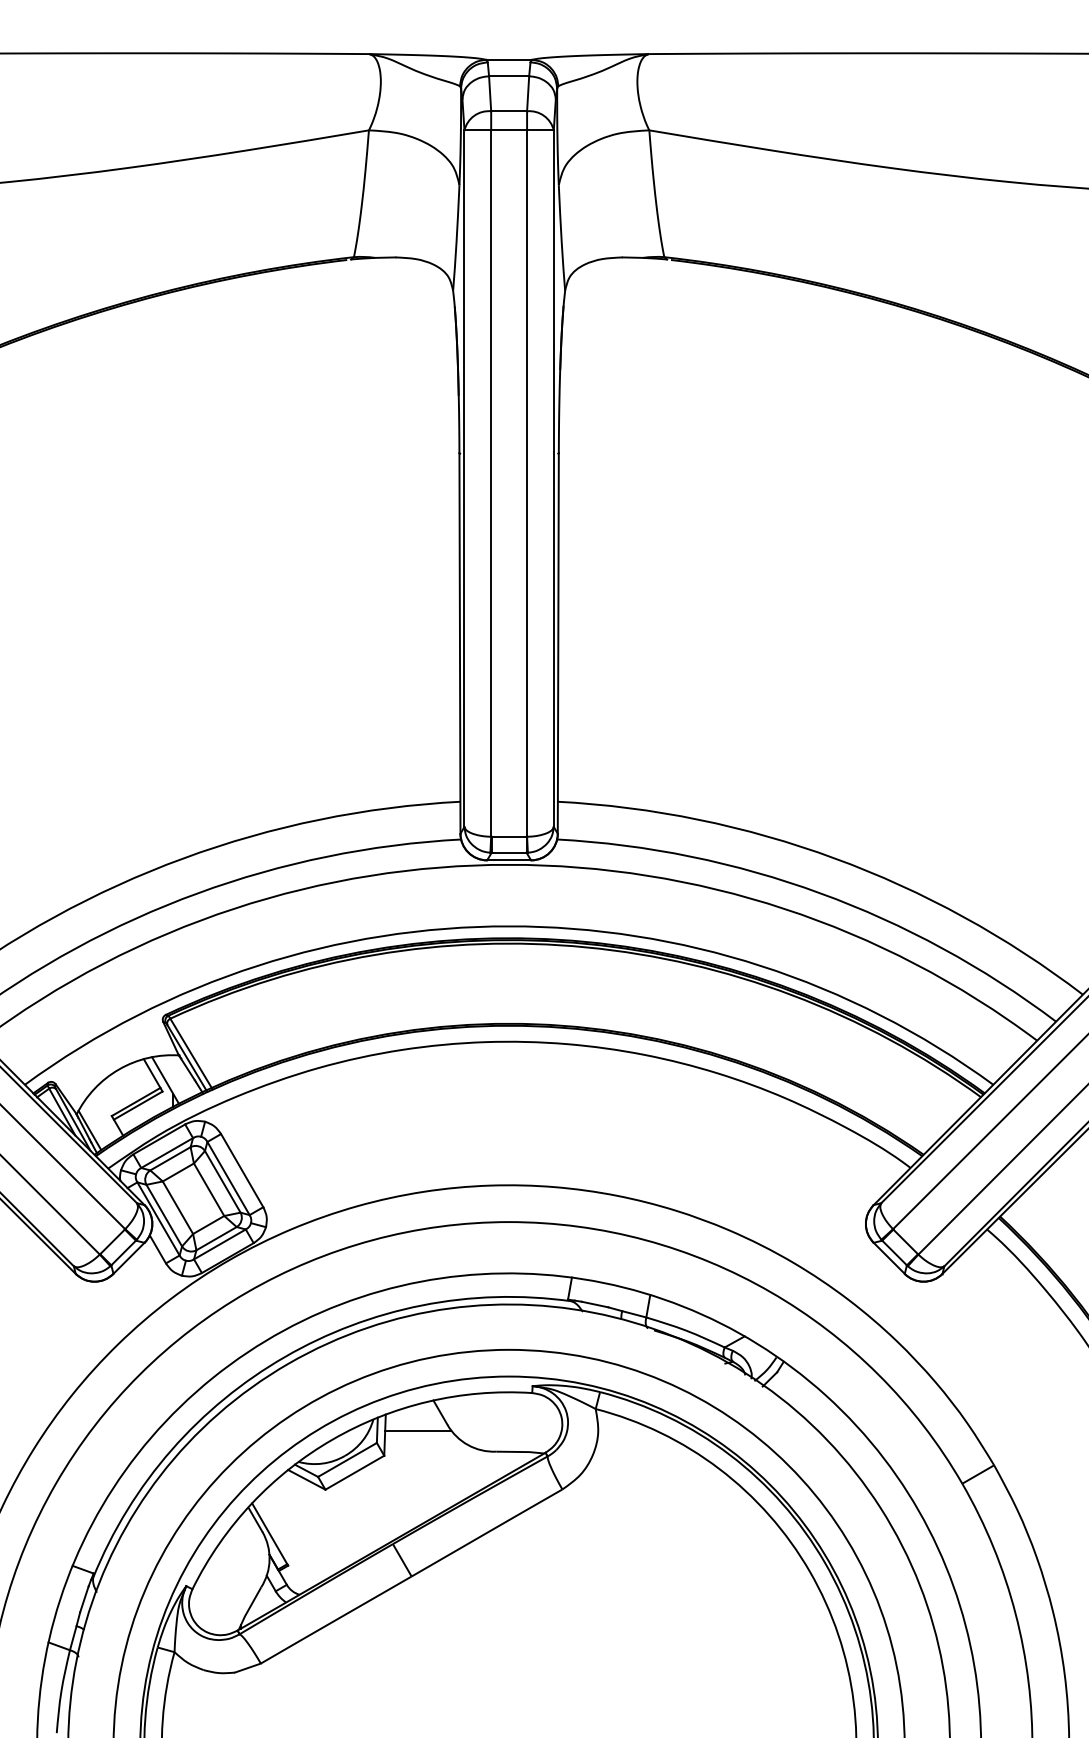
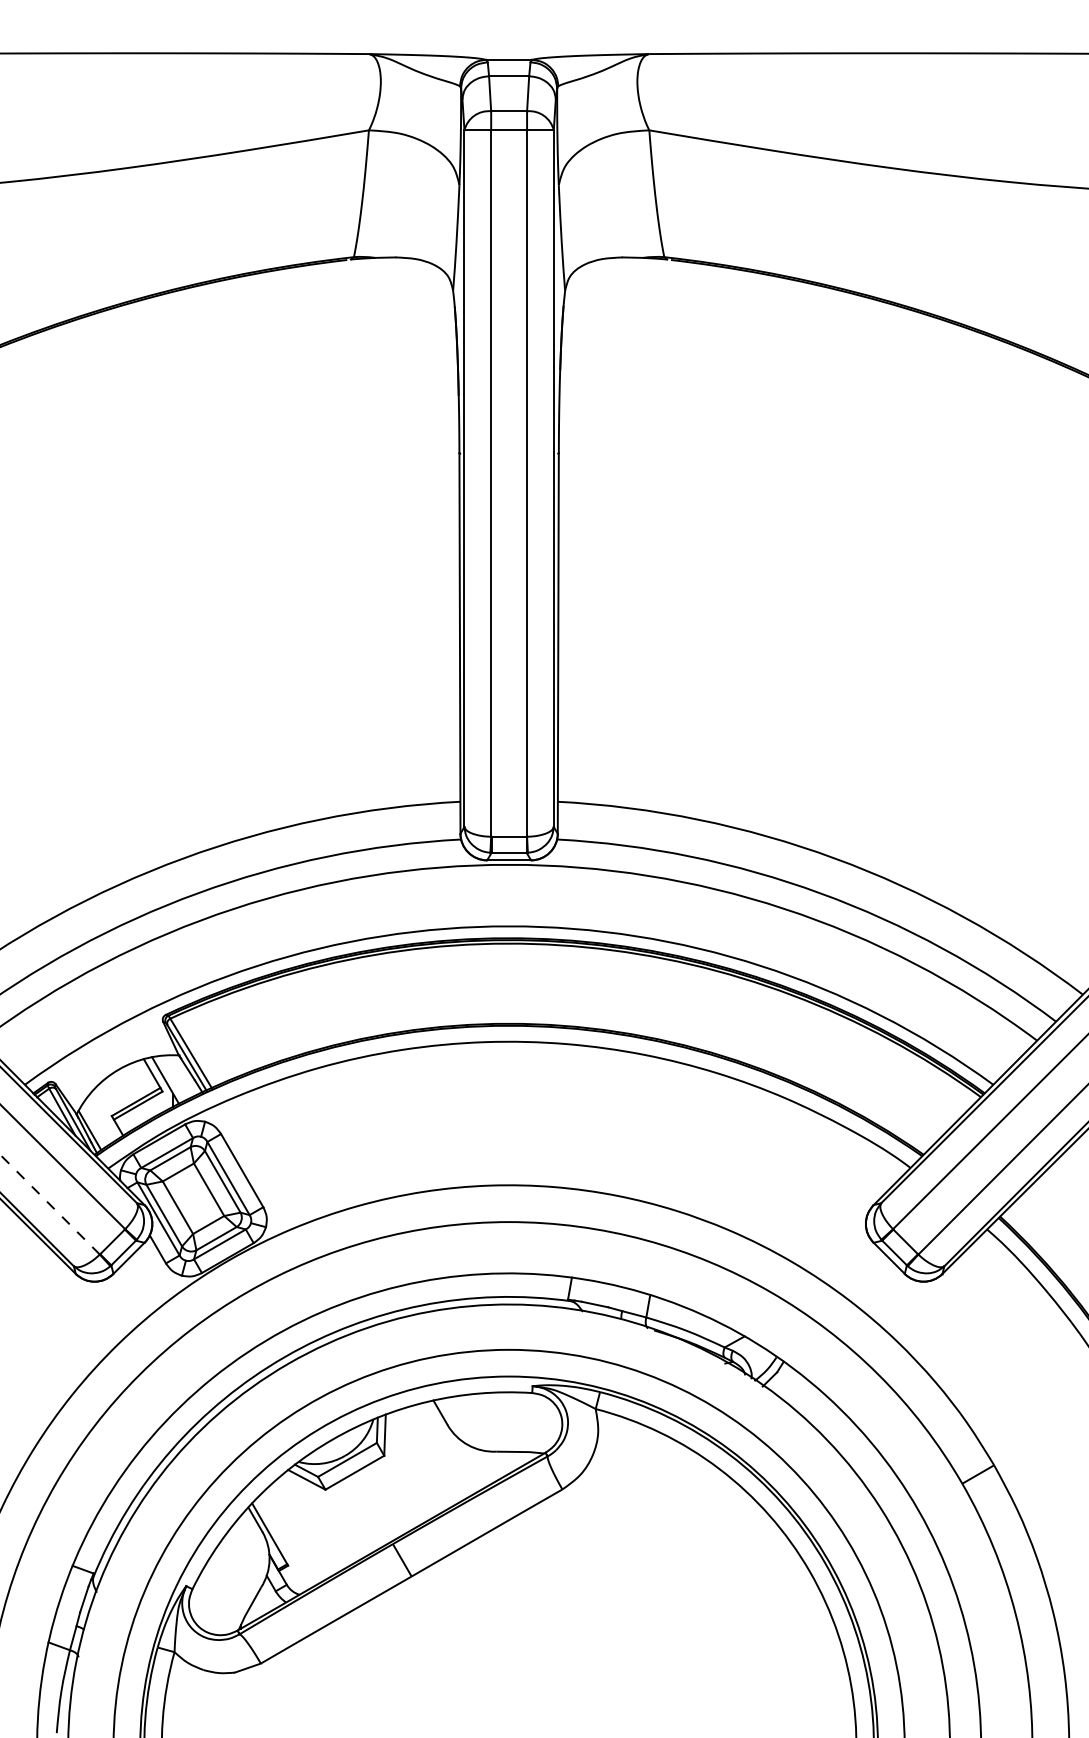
line at (49, 1204): solid -> dashed
line at (418, 1430): present -> none
